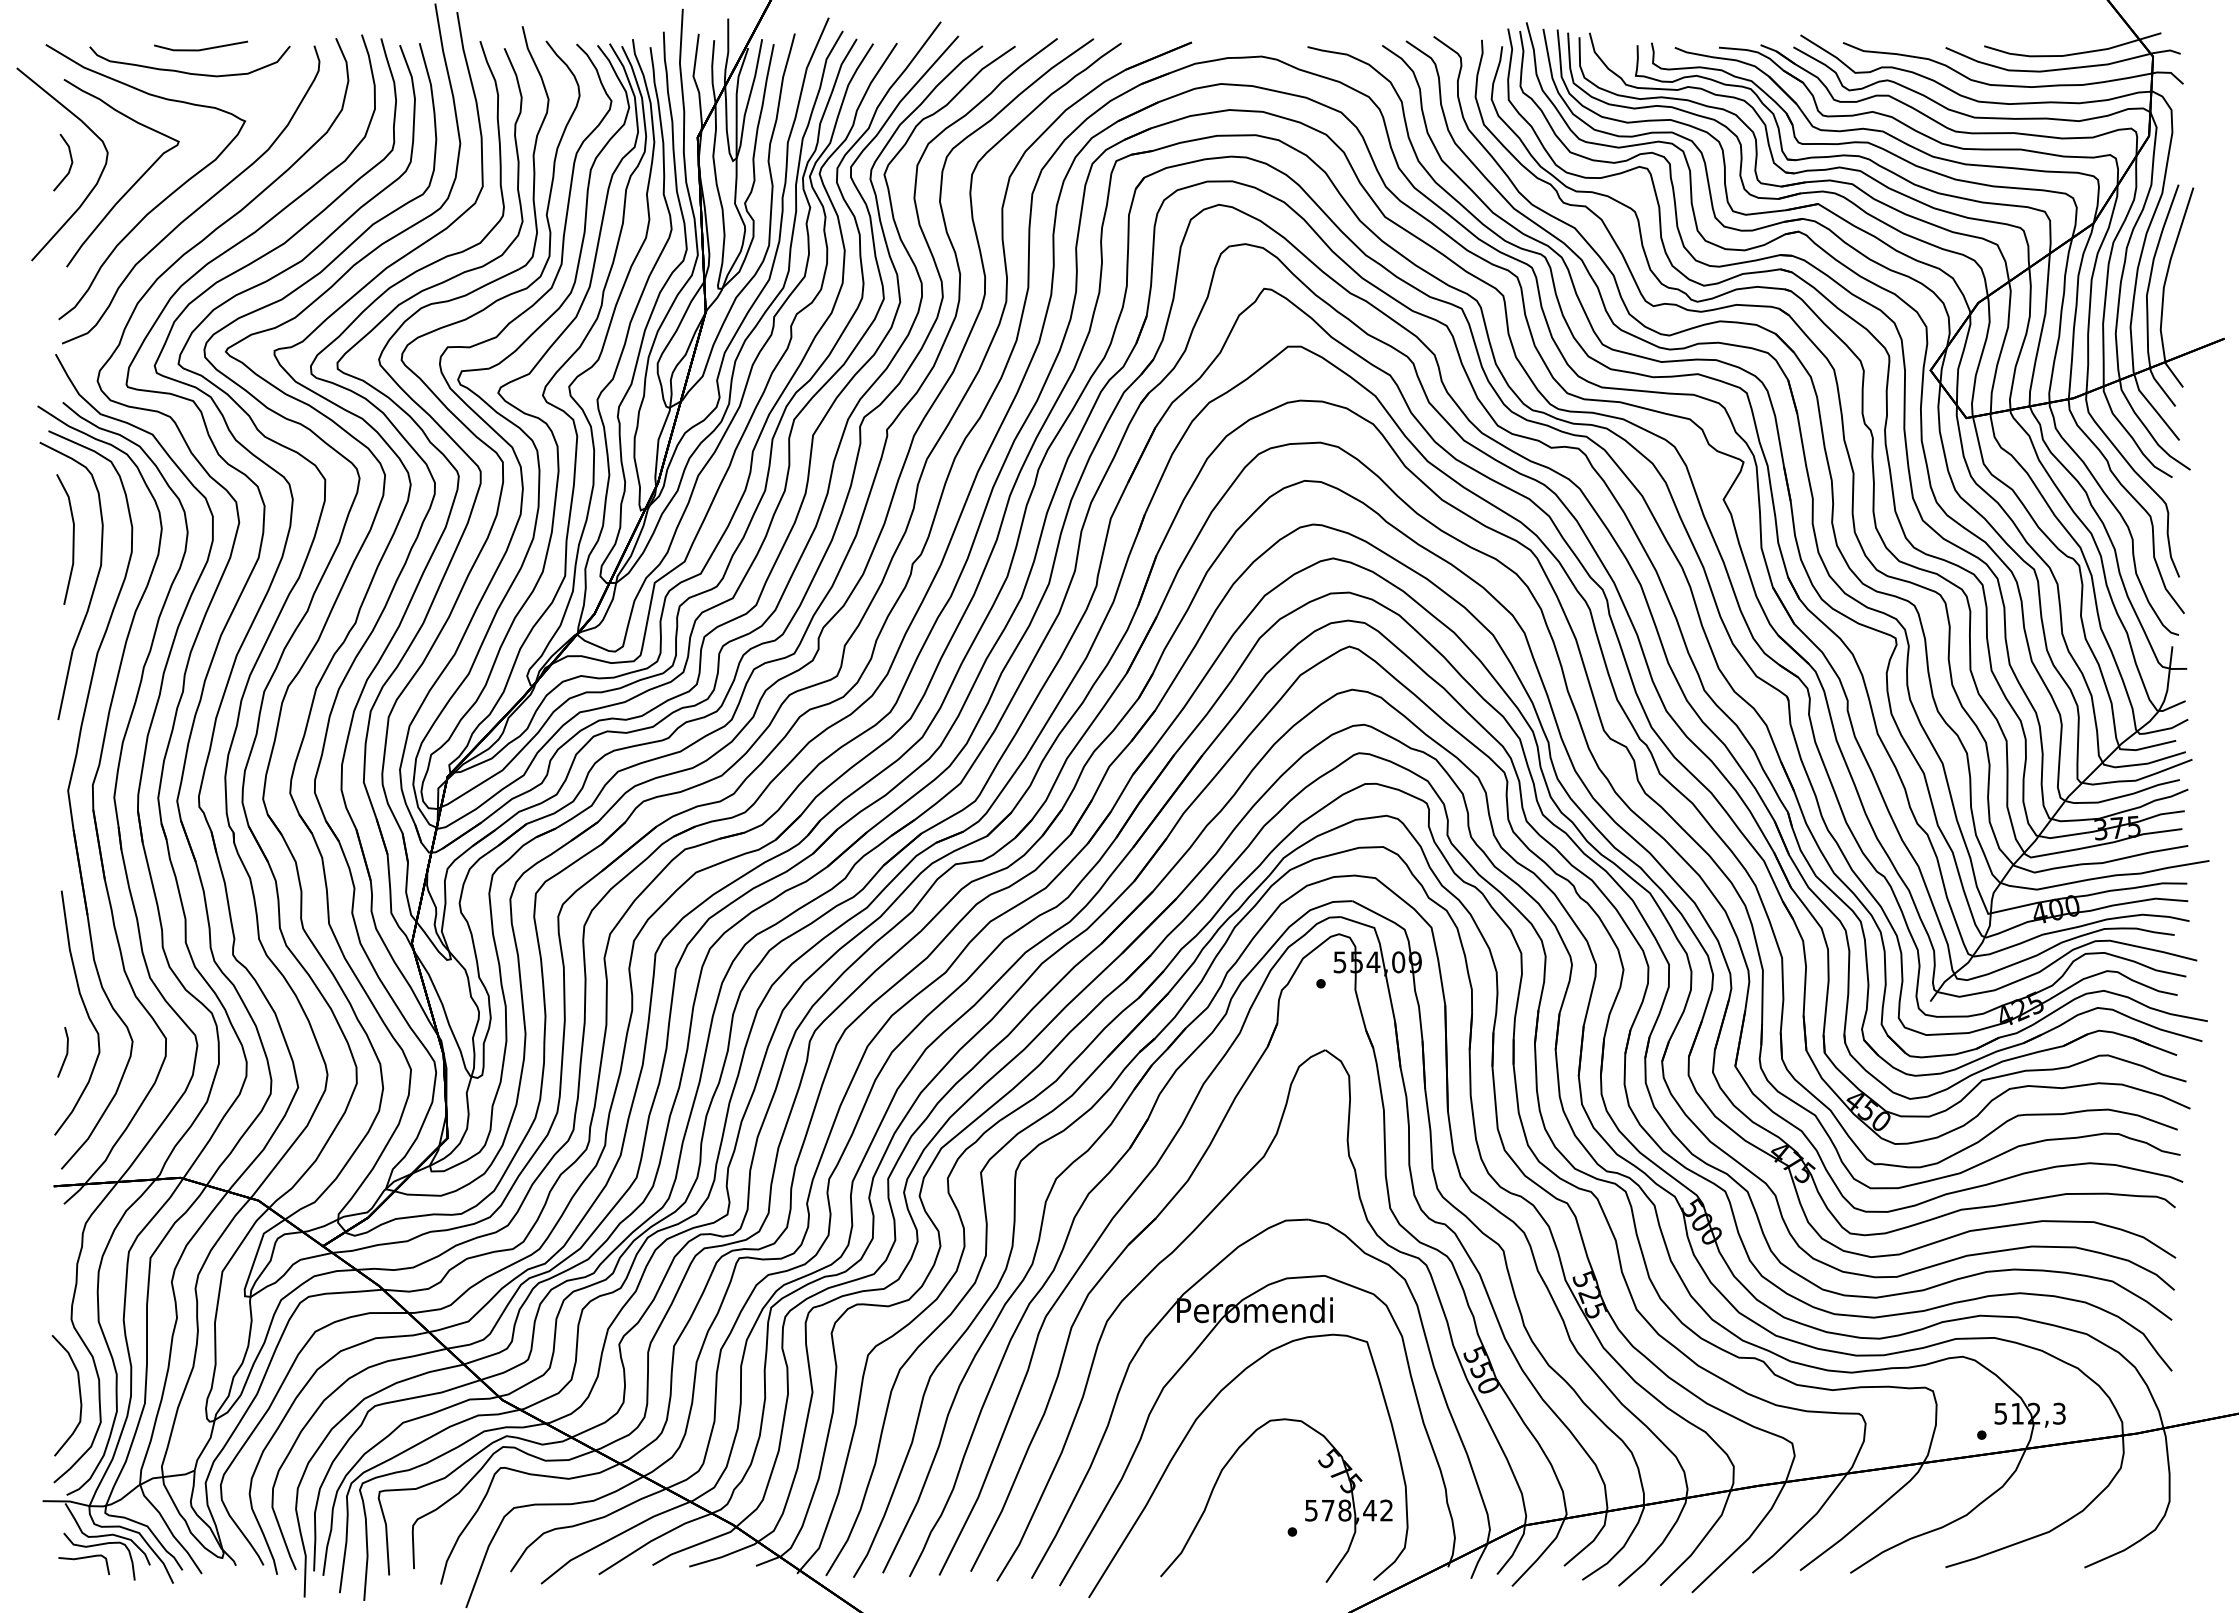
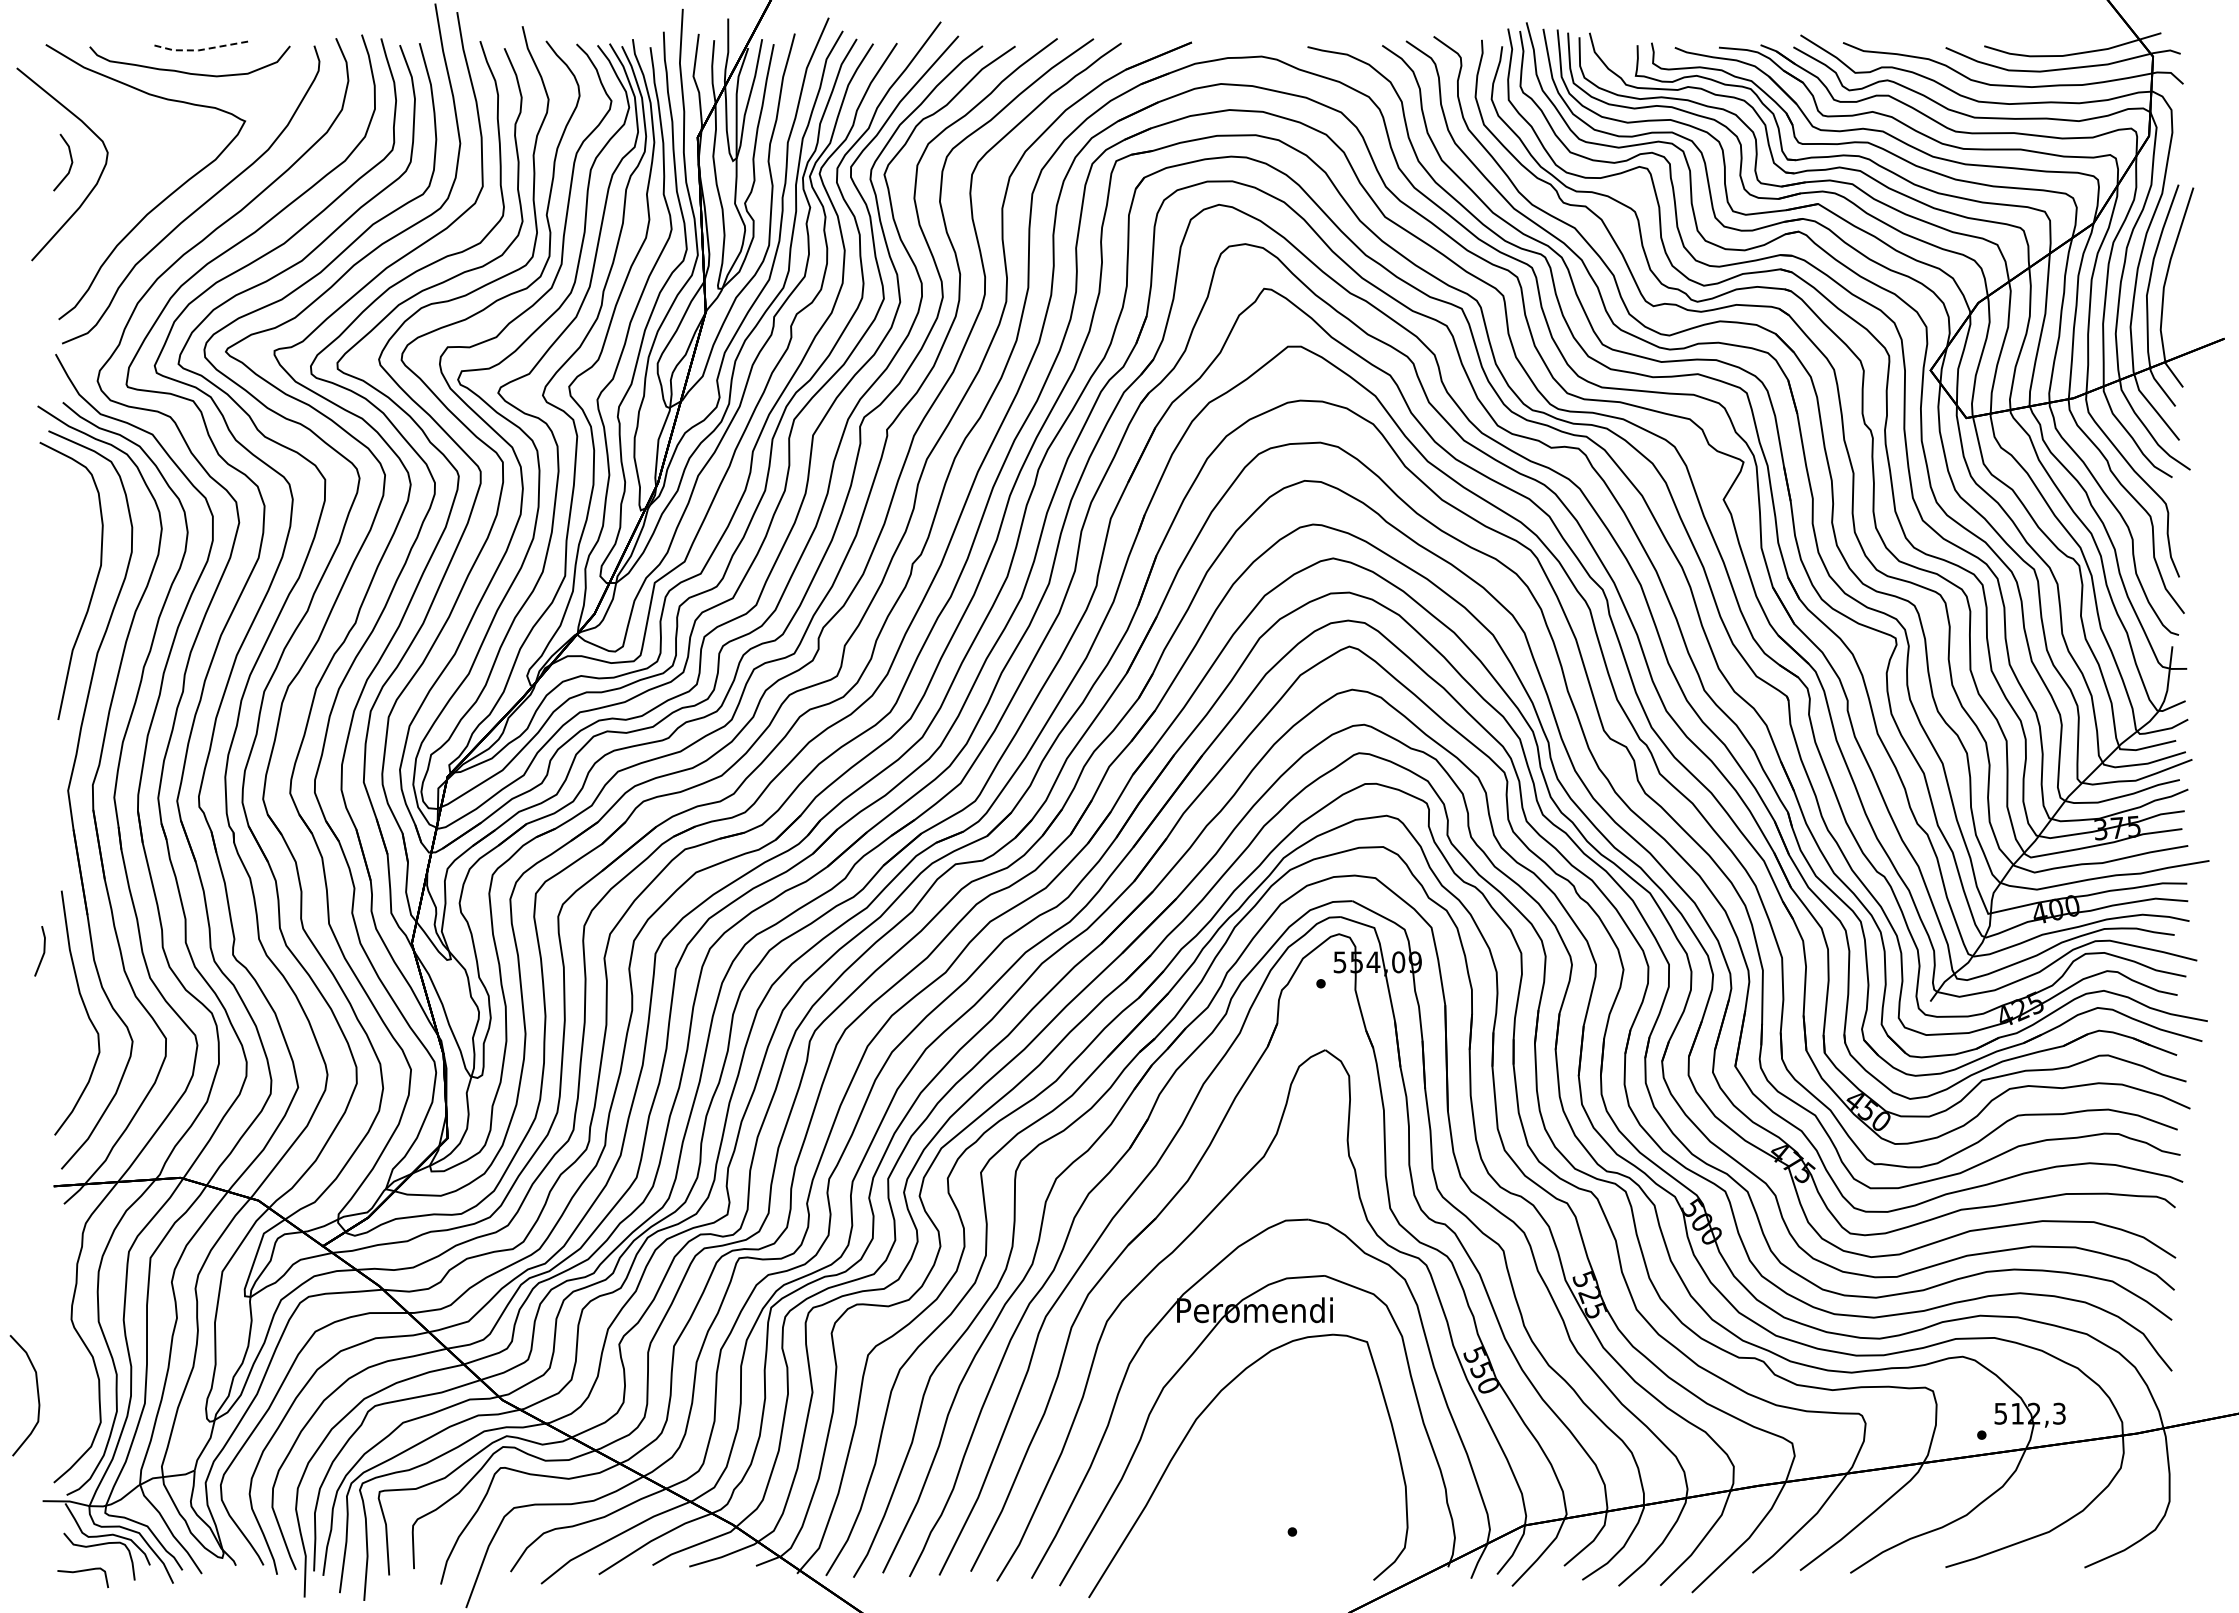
line at (199, 50): solid -> dashed
curve at (133, 183): present -> none
line at (72, 539): present -> none
line at (66, 1052) position: (66, 1052) -> (43, 951)
curve at (79, 1395) position: (79, 1395) -> (37, 1395)
part at (1306, 1500): present -> none
curve at (84, 1558) position: (84, 1558) -> (83, 1571)
